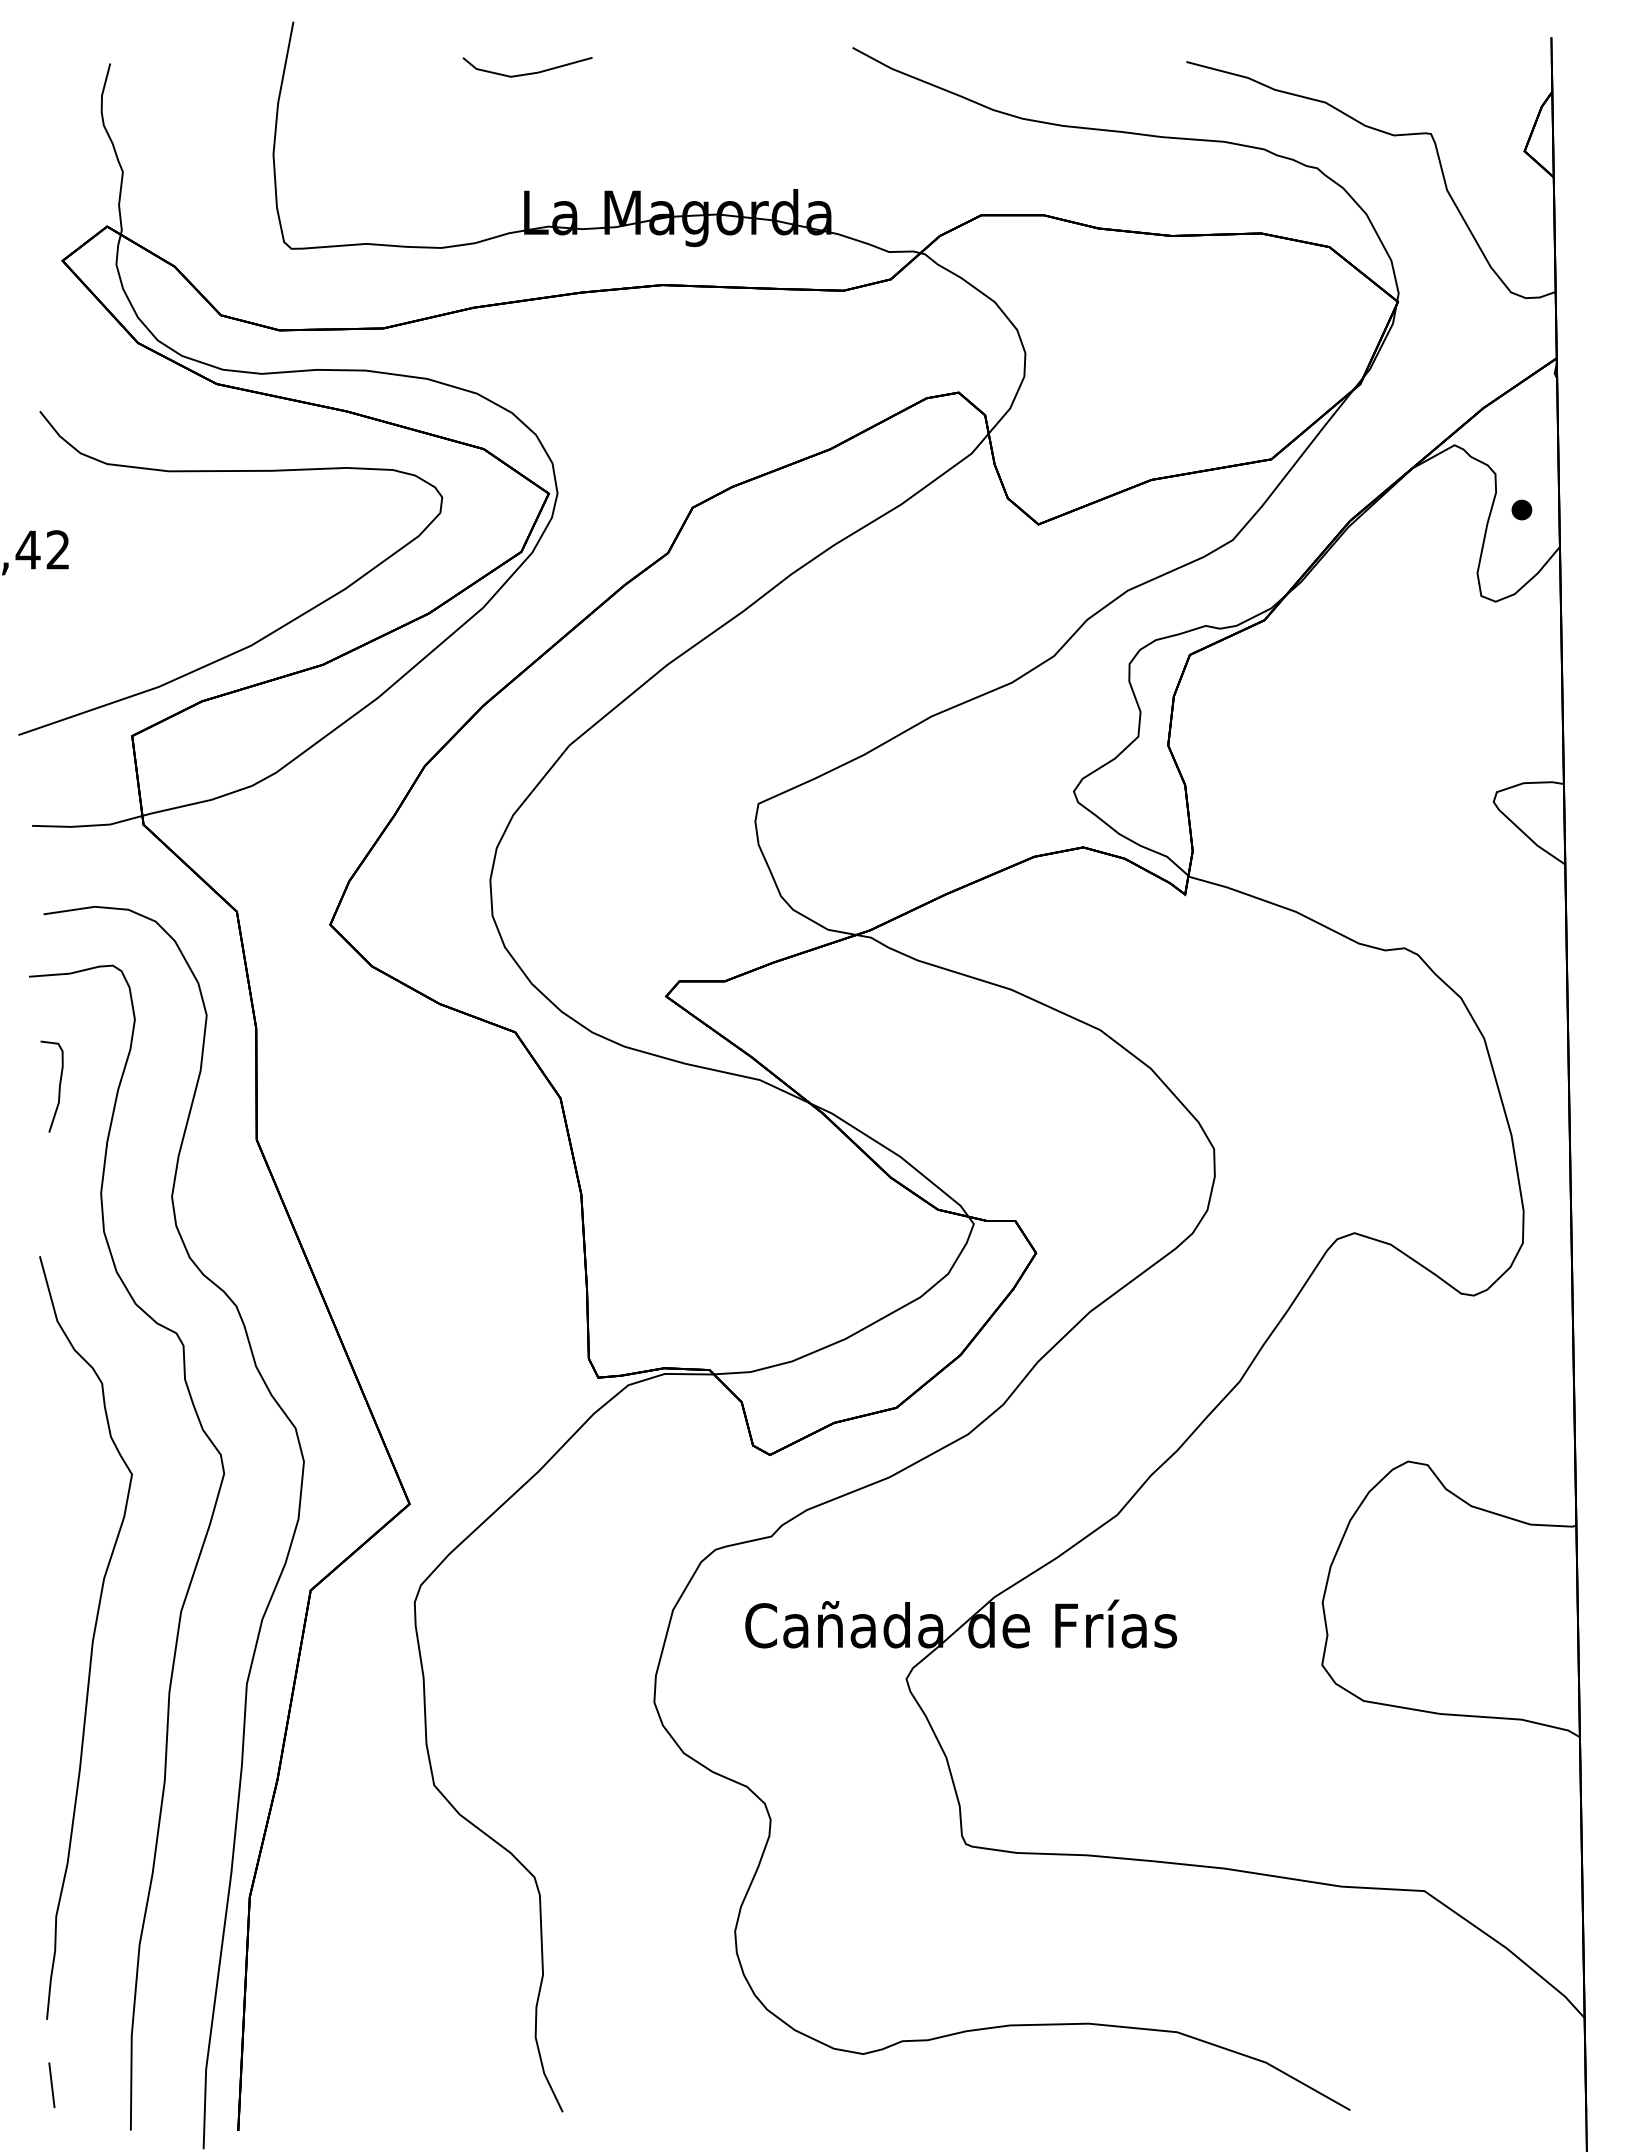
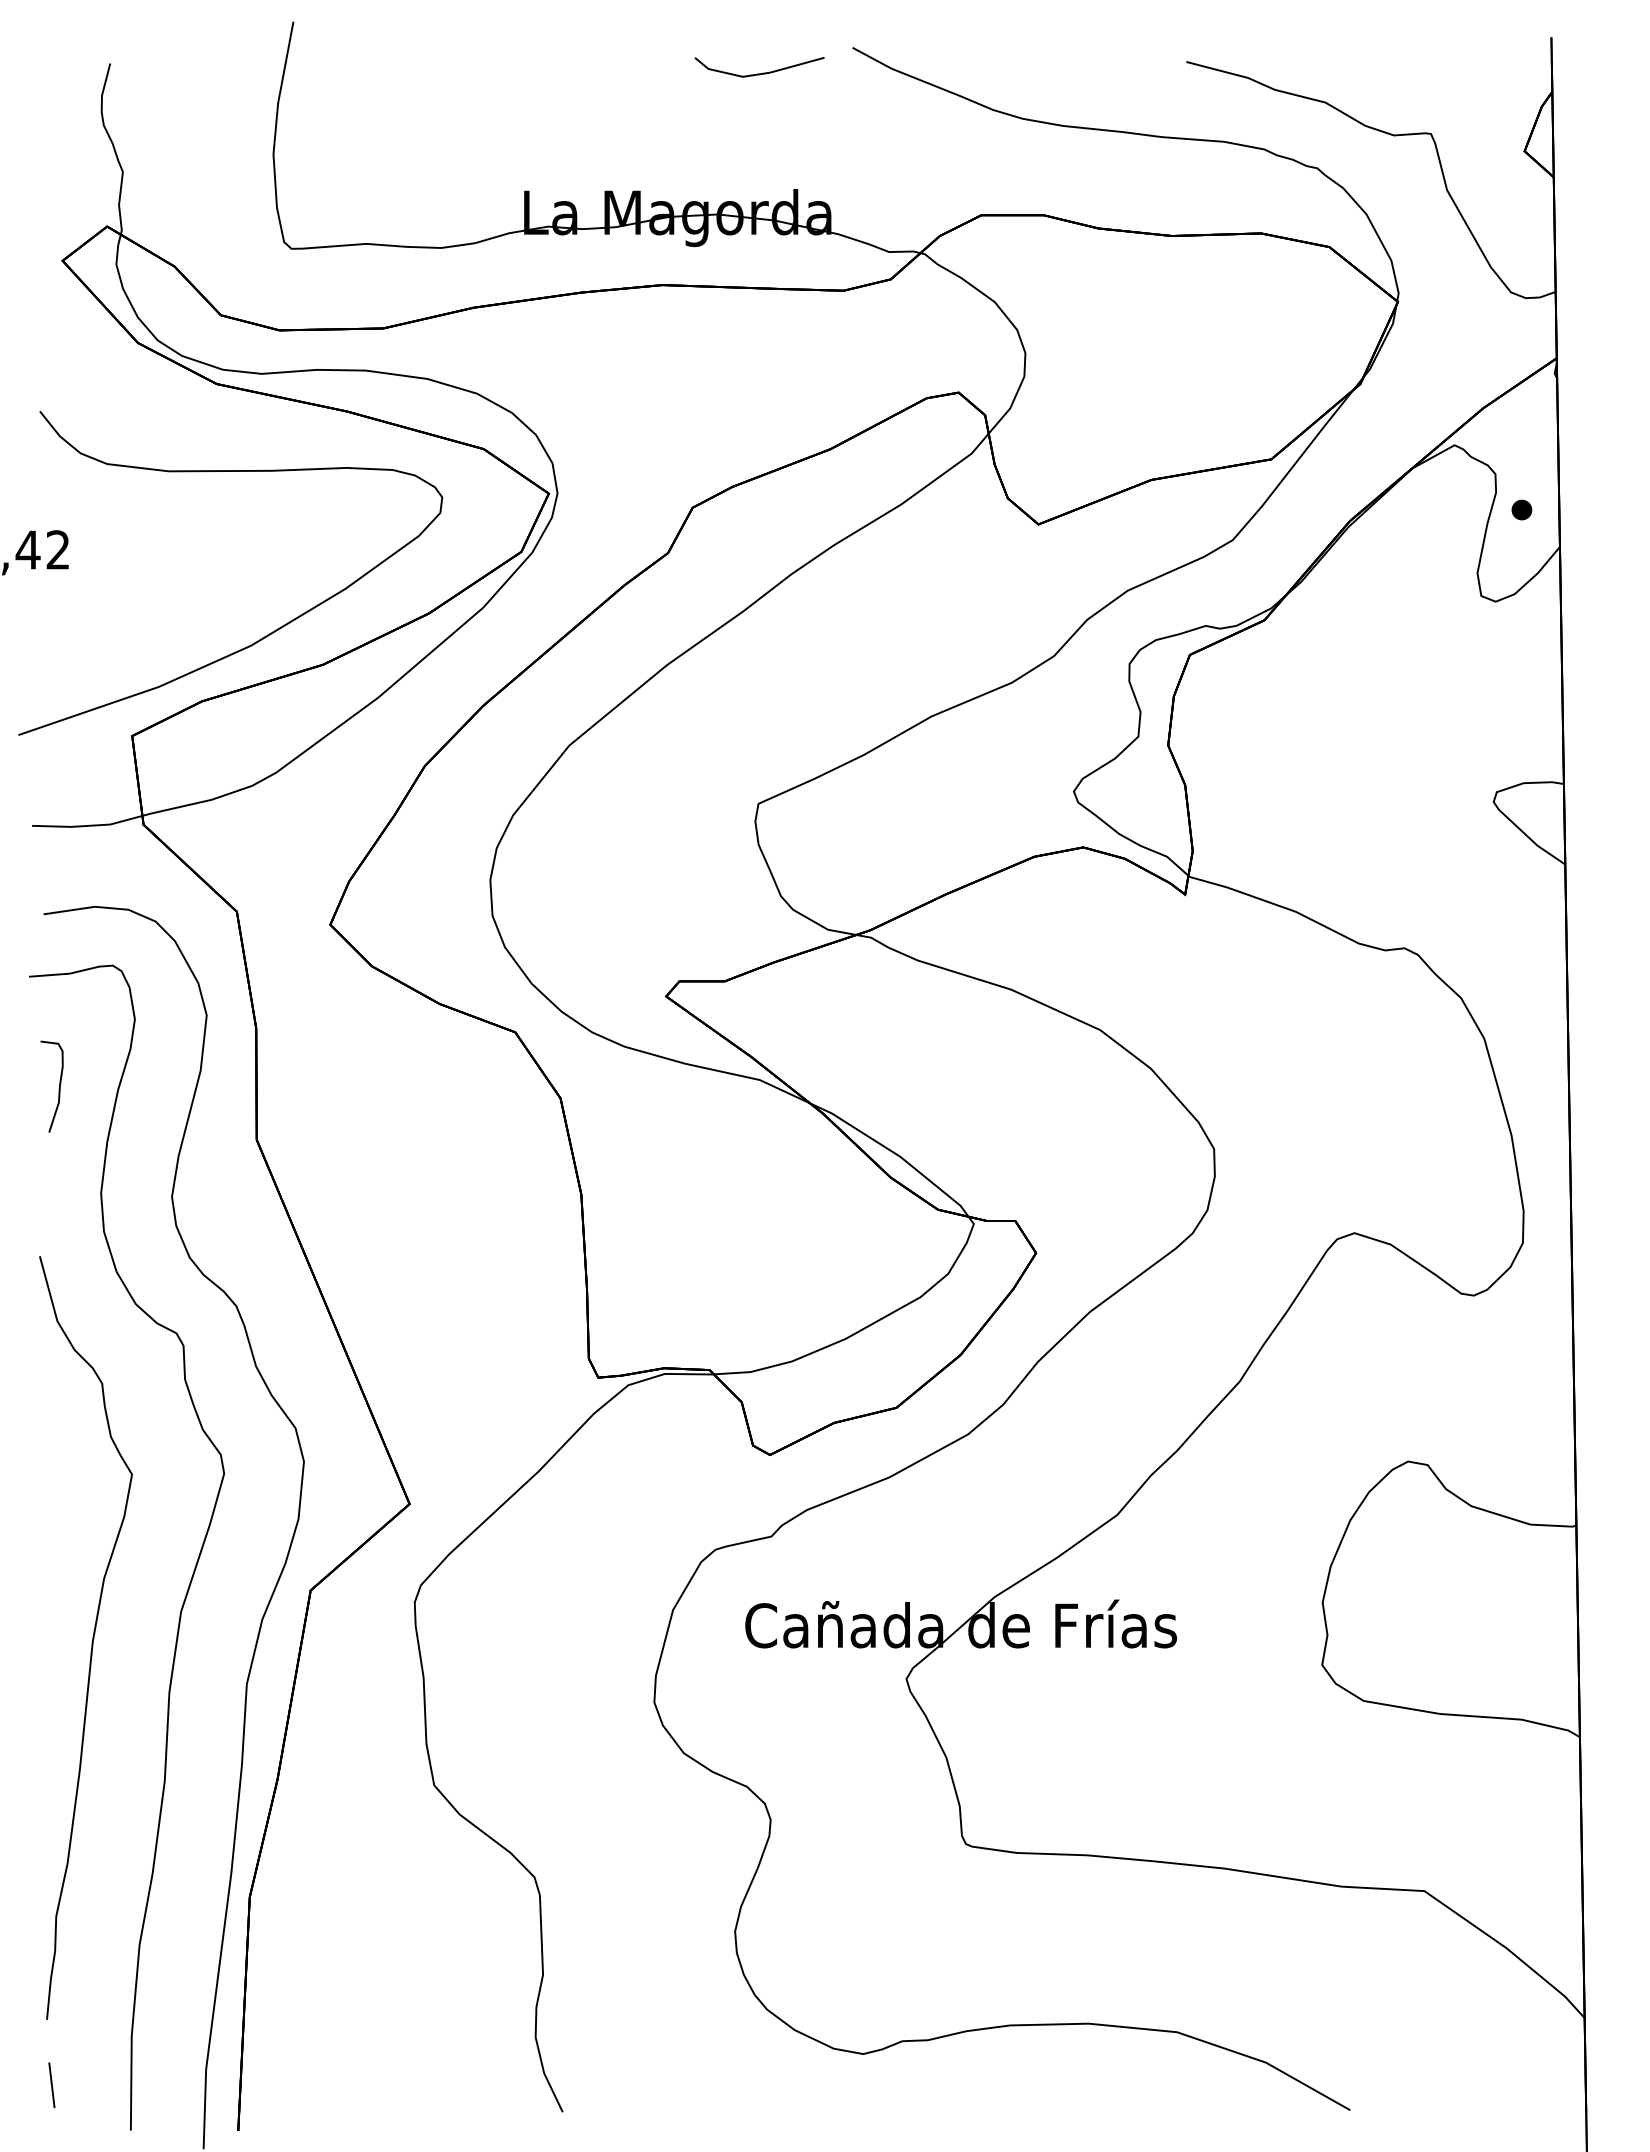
line at (530, 72) position: (530, 72) -> (762, 72)
